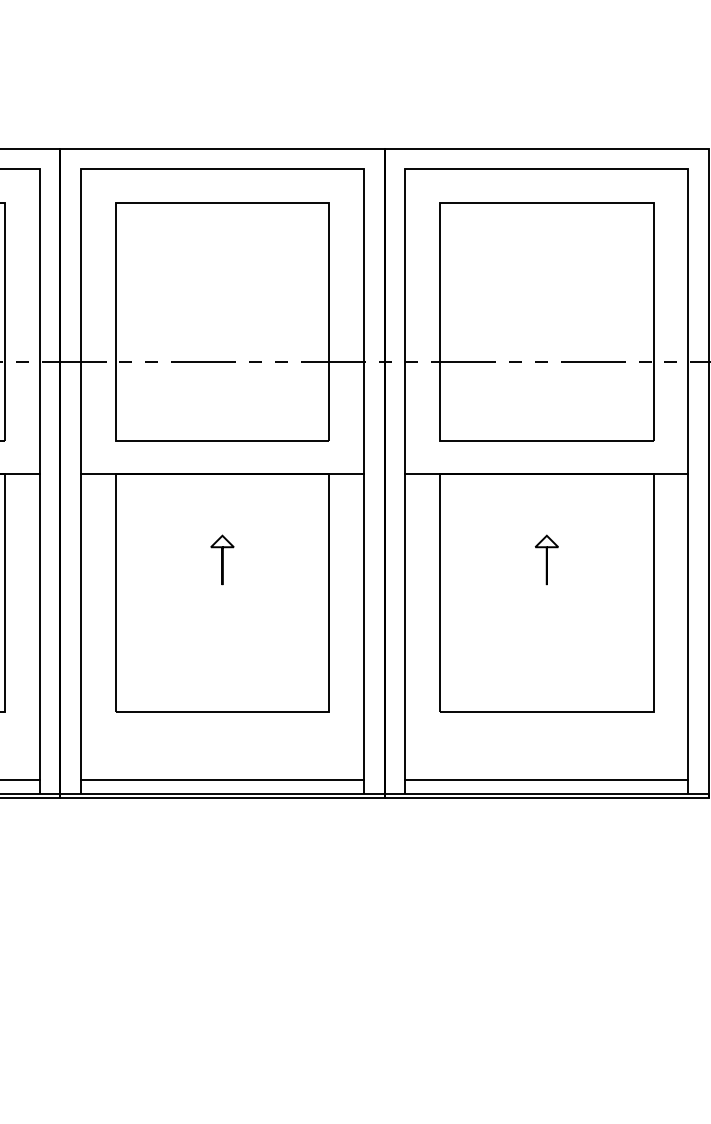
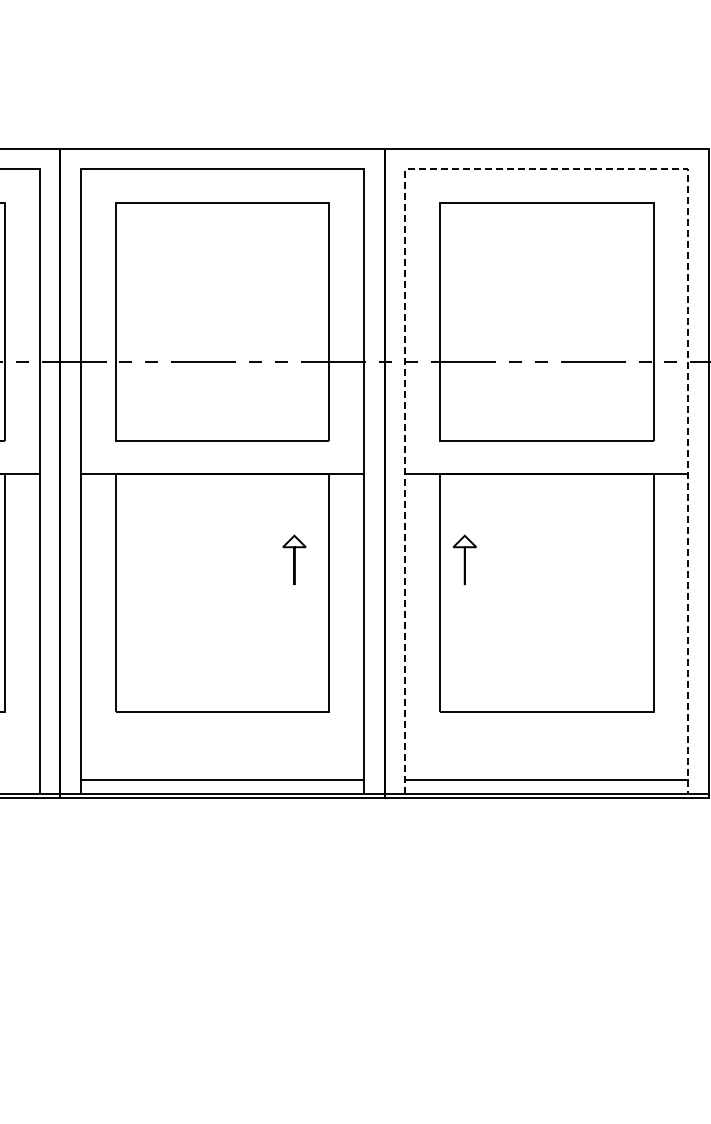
line at (547, 169): solid -> dashed
part at (222, 559) position: (222, 559) -> (294, 559)
part at (546, 559) position: (546, 559) -> (464, 559)
line at (20, 779): present -> none
